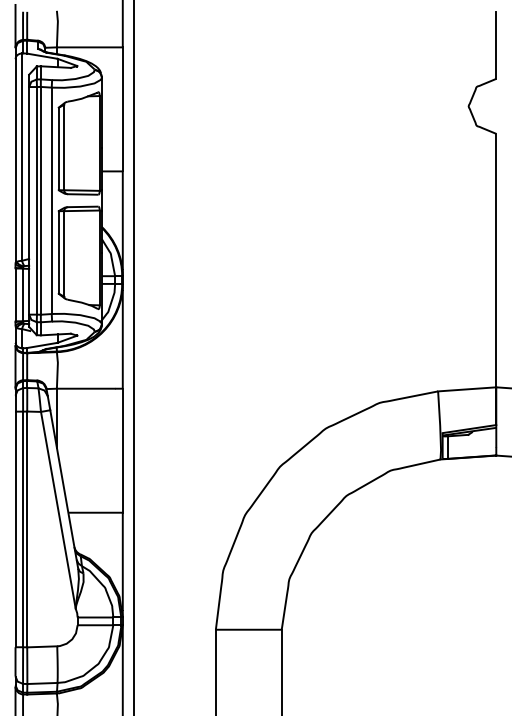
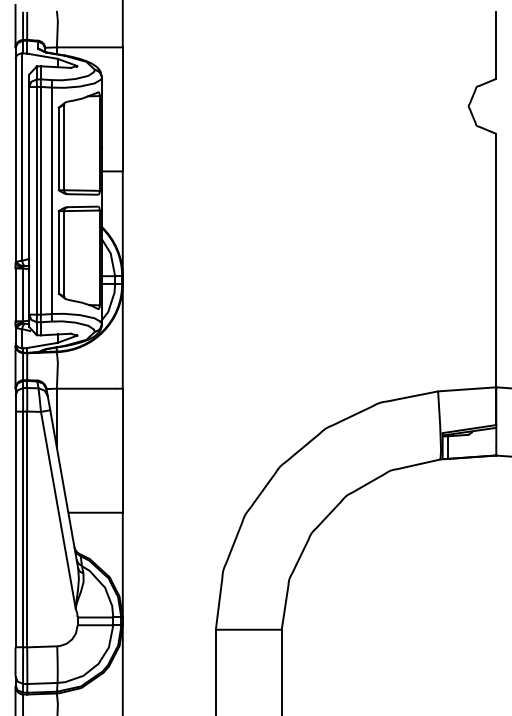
line at (134, 357): present -> none
